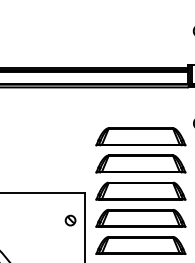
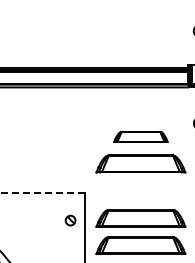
part at (140, 136) size: 92x20 px -> 56x12 px
part at (140, 190): present -> none
line at (42, 192): solid -> dashed
